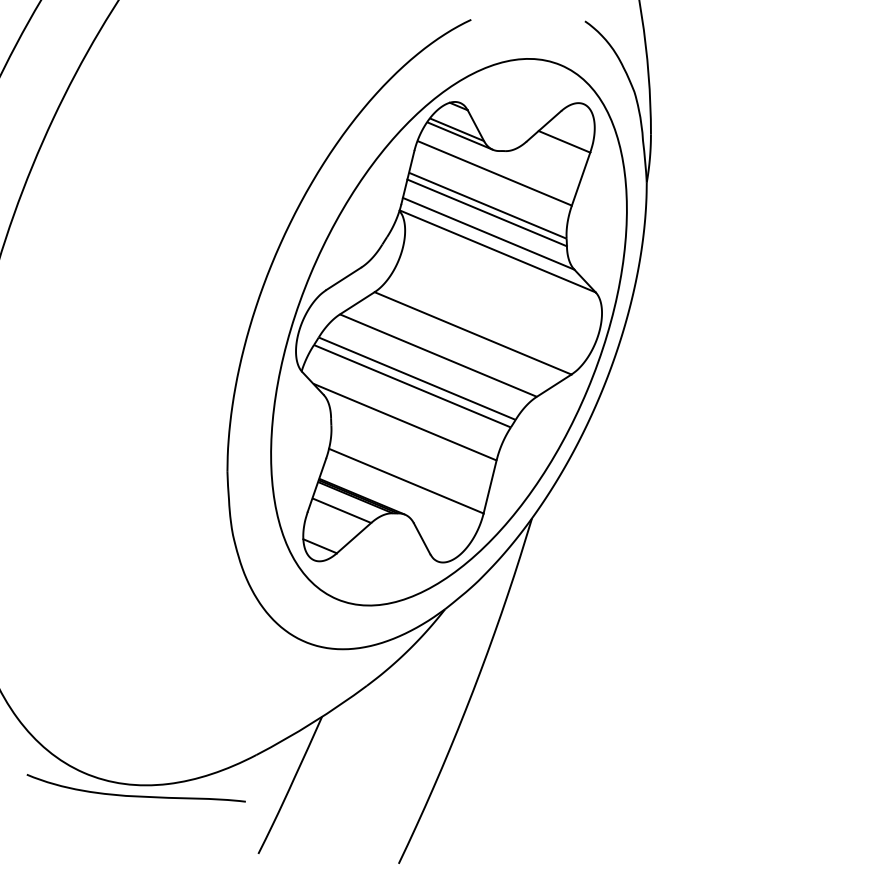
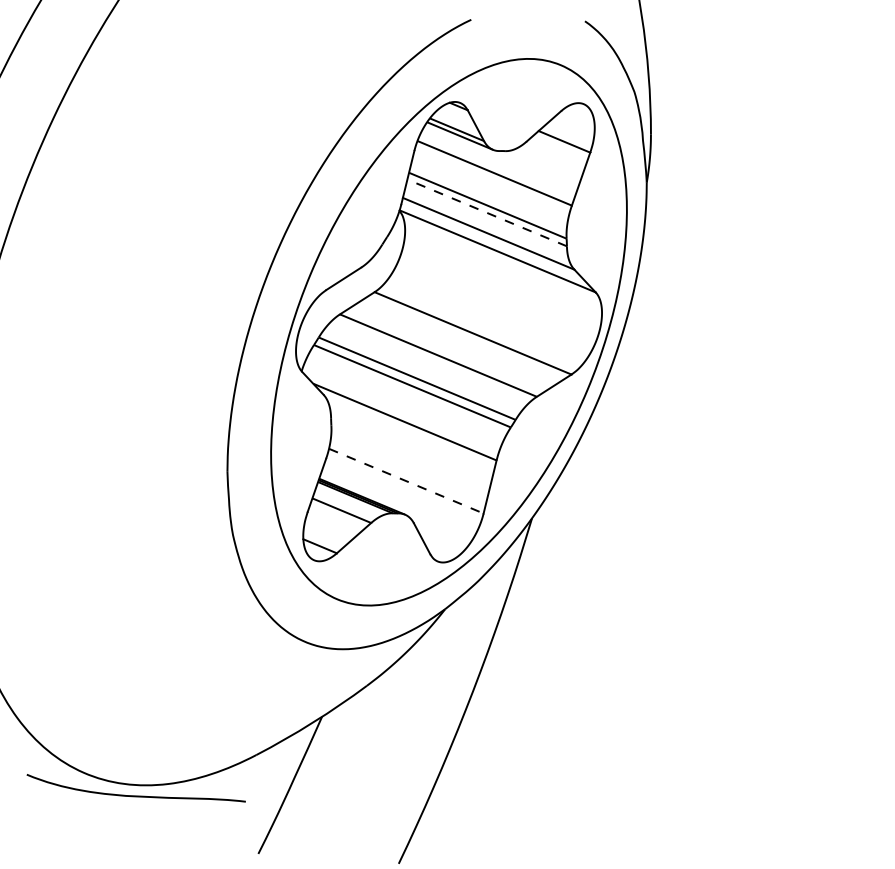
line at (486, 212): solid -> dashed
line at (406, 481): solid -> dashed
